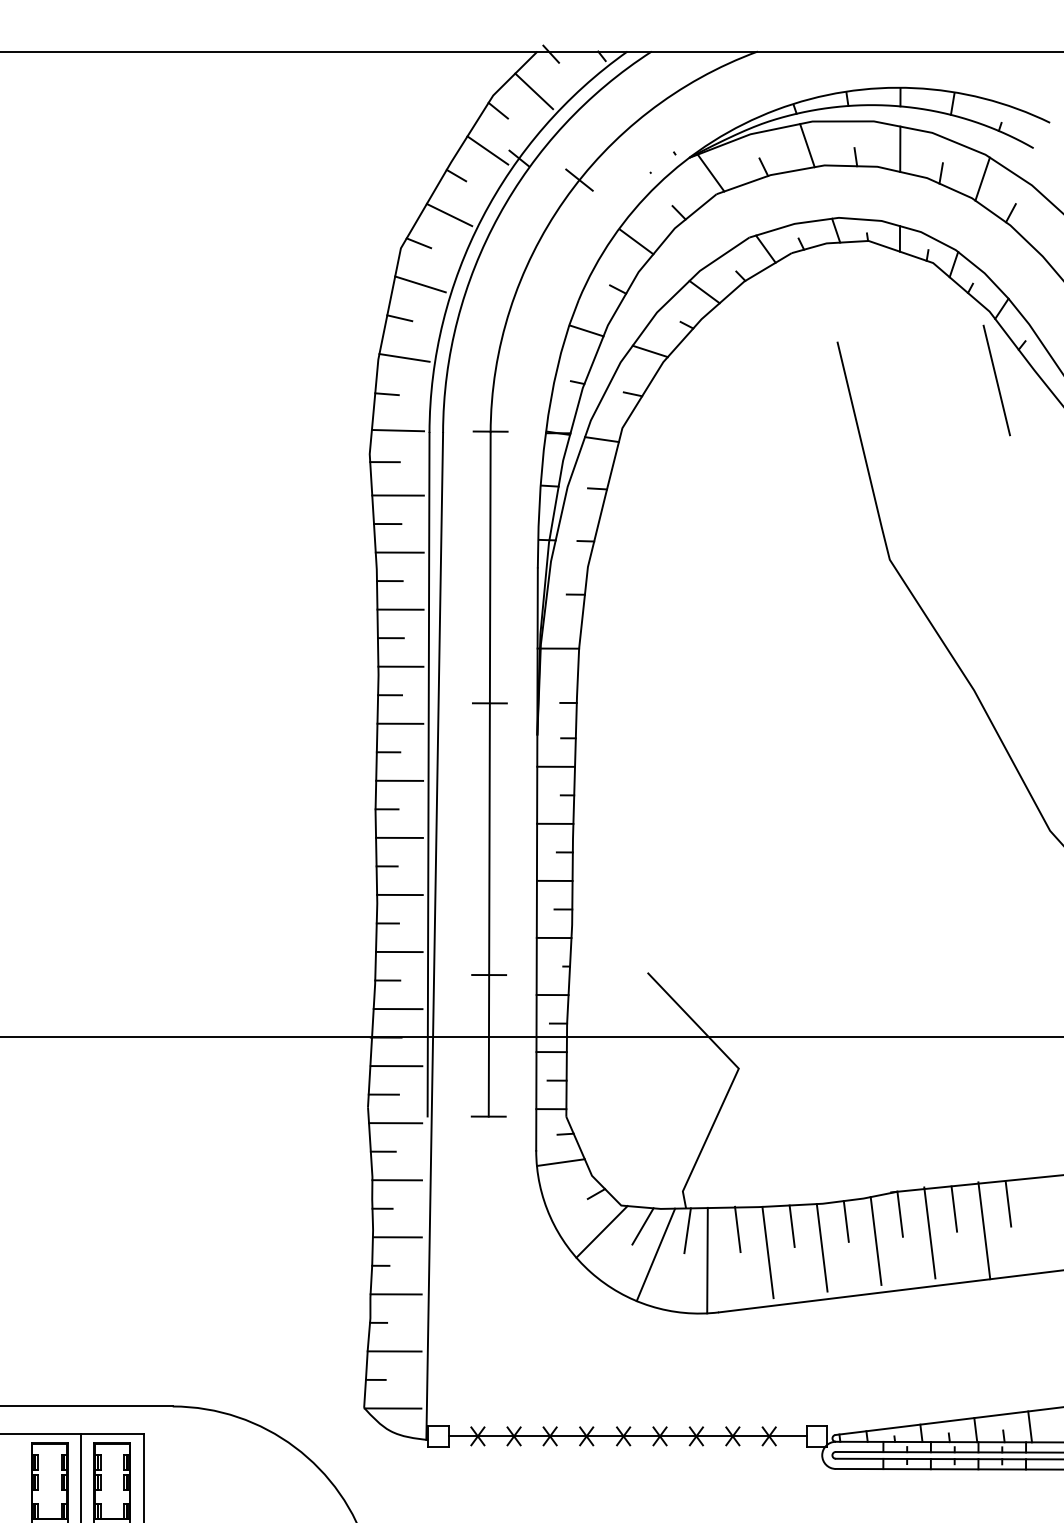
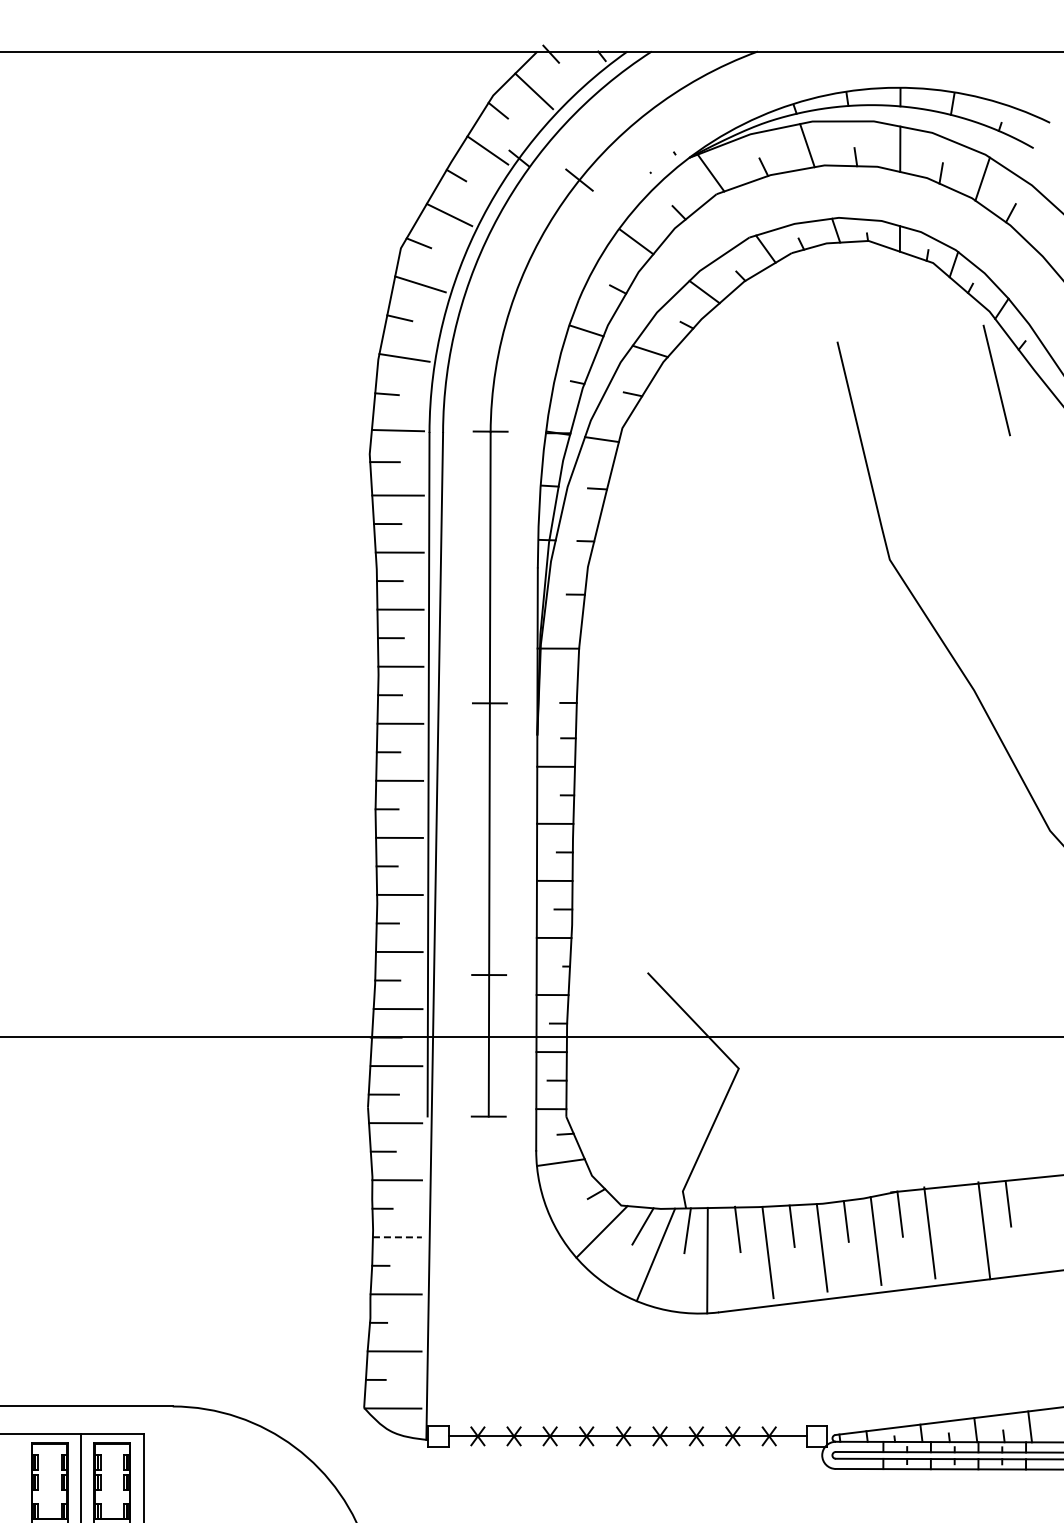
line at (954, 1208): present -> none
line at (397, 1237): solid -> dashed
